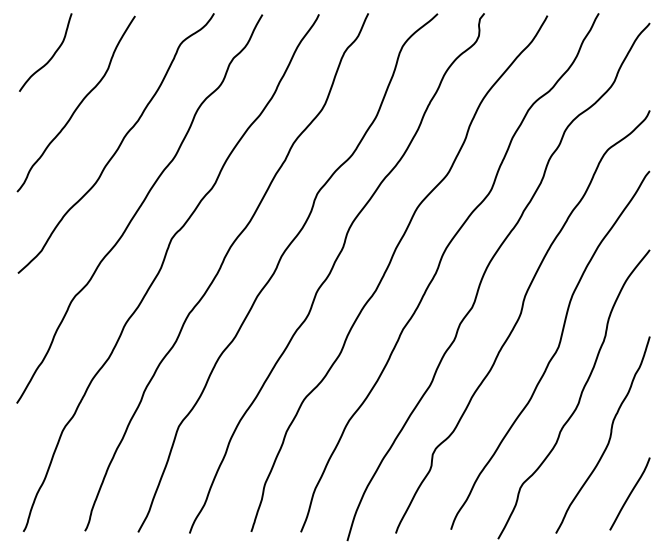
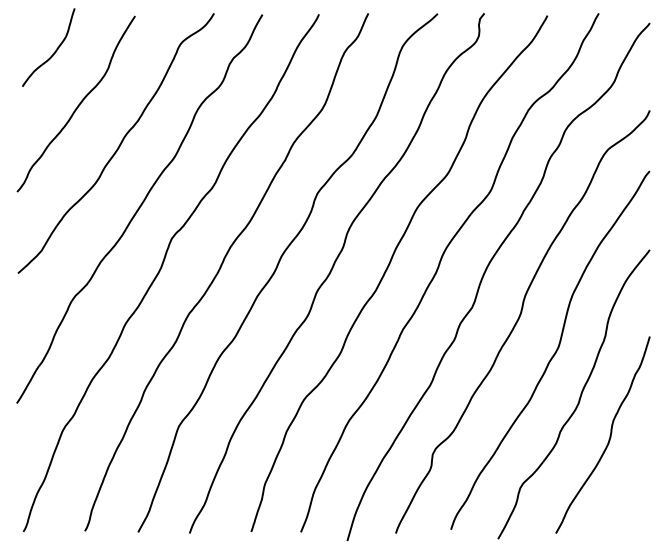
curve at (50, 57) position: (50, 57) -> (53, 52)
curve at (629, 493): present -> none
